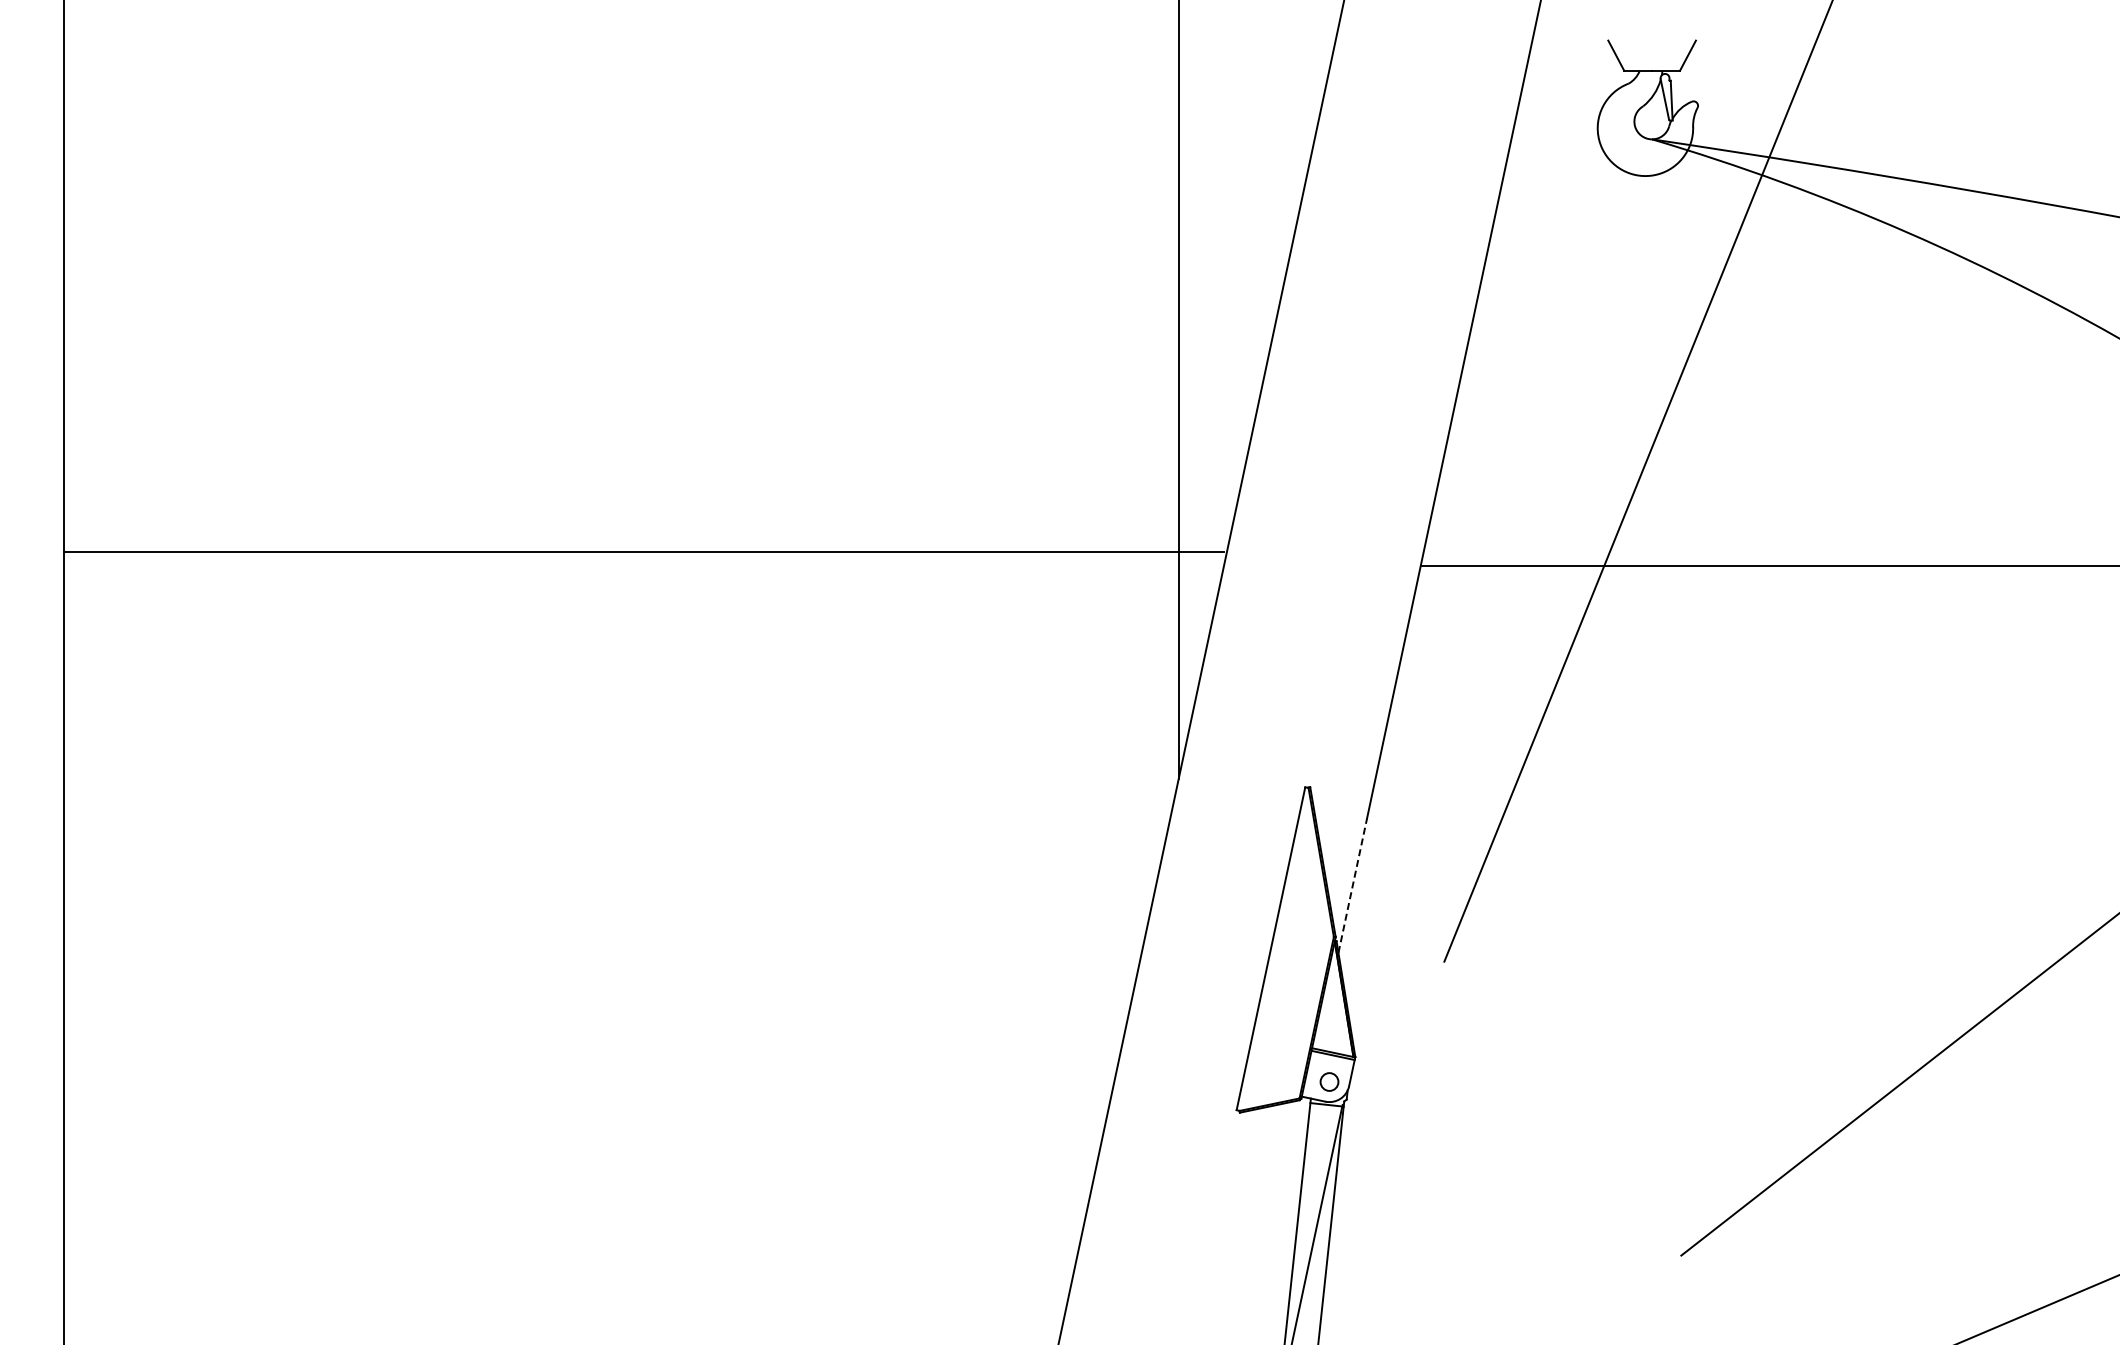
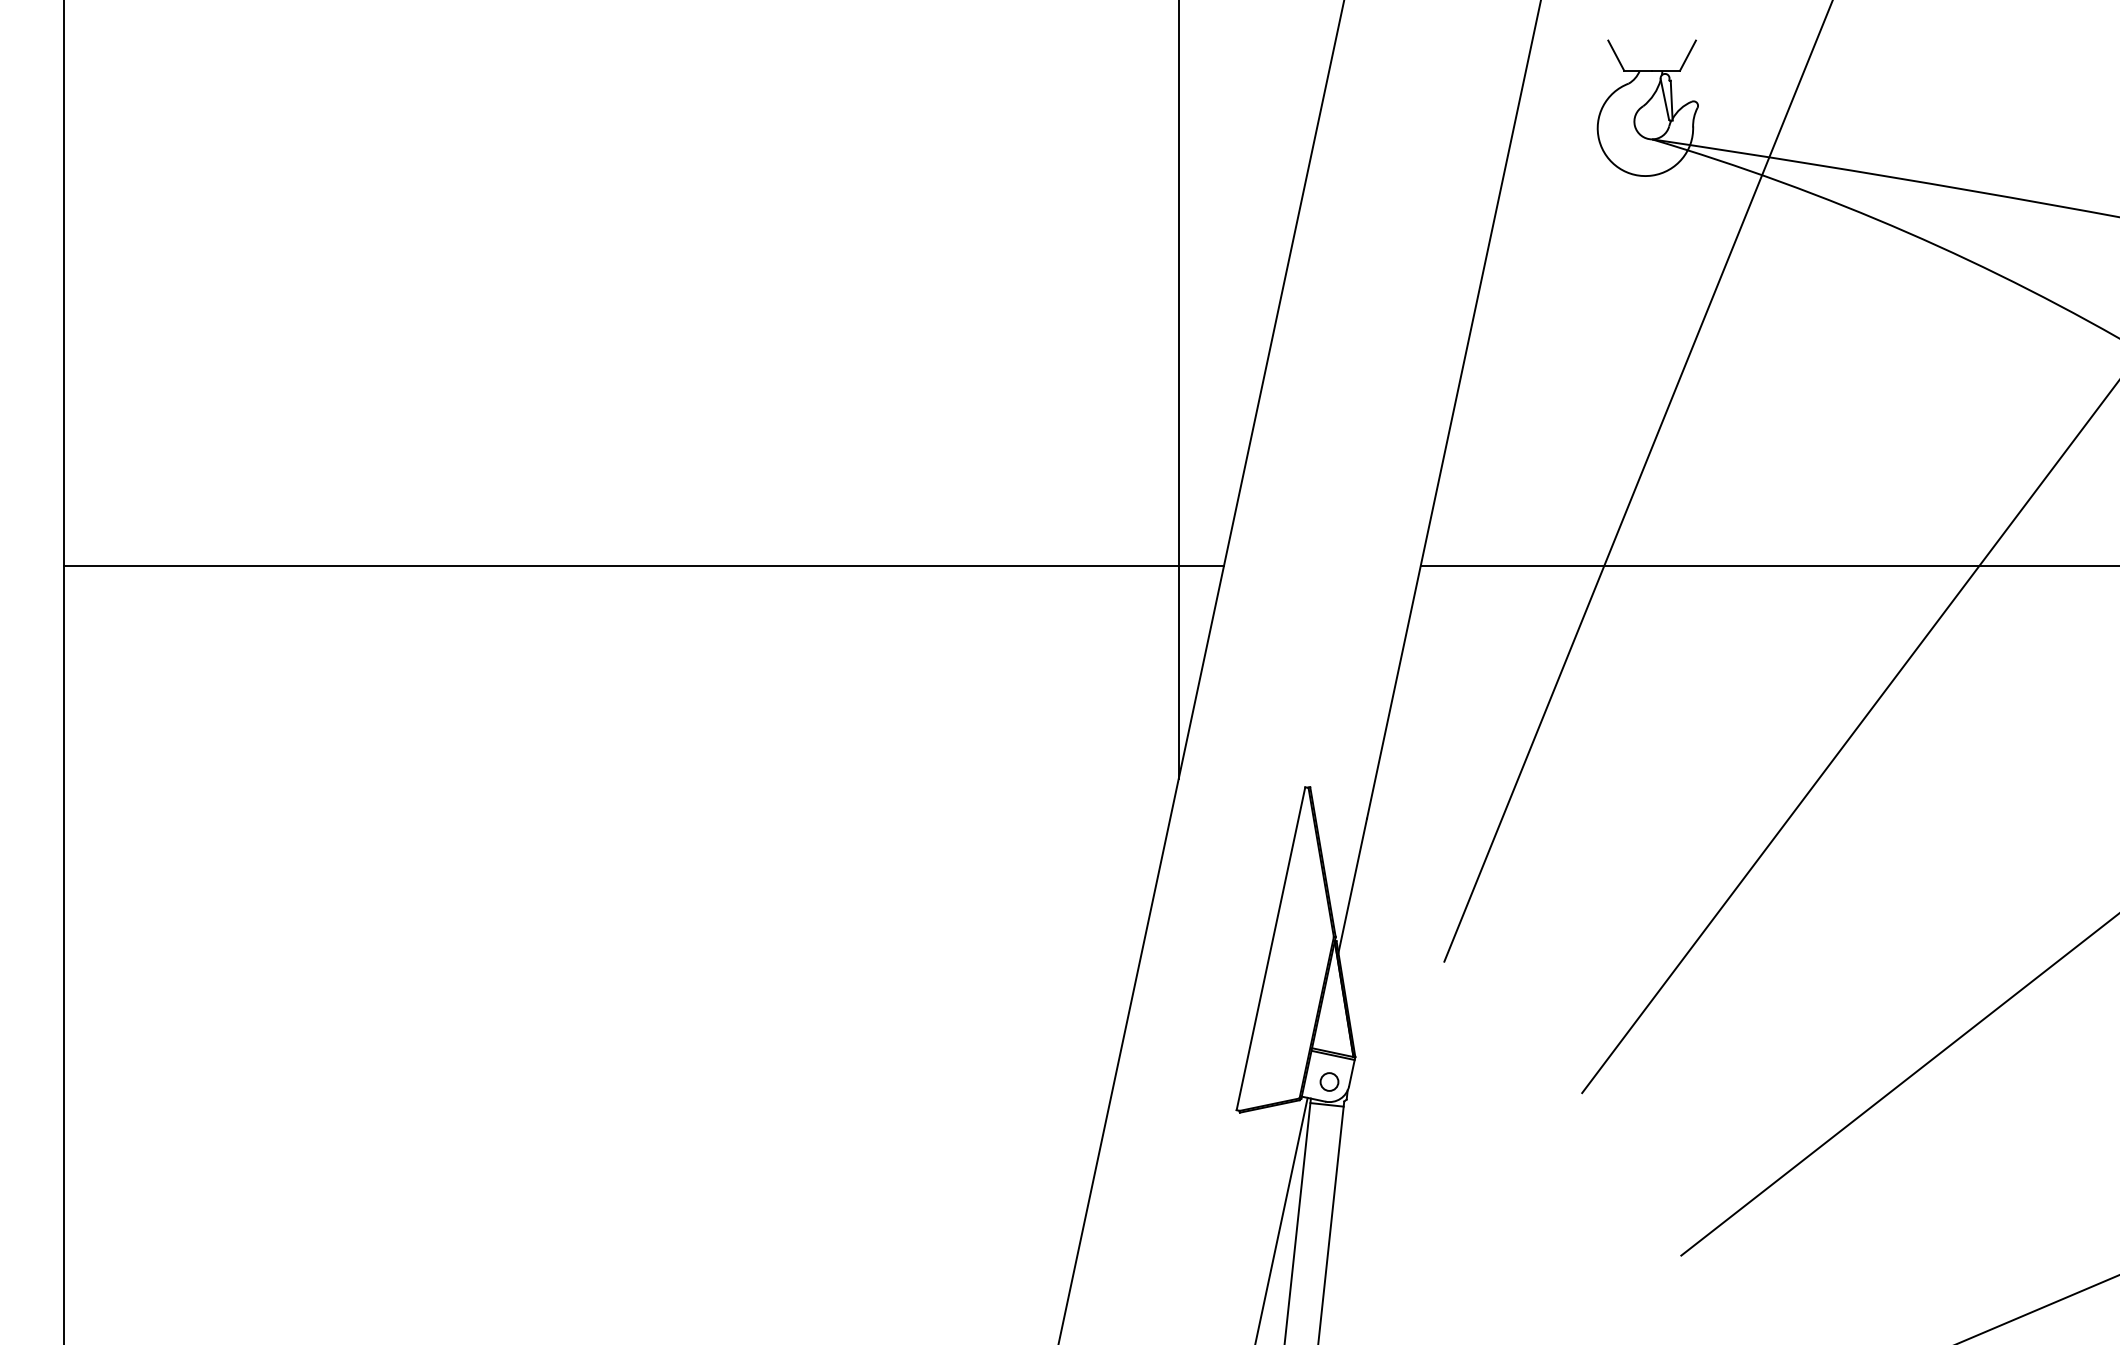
line at (643, 552) position: (643, 552) -> (643, 566)
line at (1849, 738): none -> present
line at (1352, 885): dashed -> solid
line at (1317, 1222) position: (1317, 1222) -> (1281, 1219)
